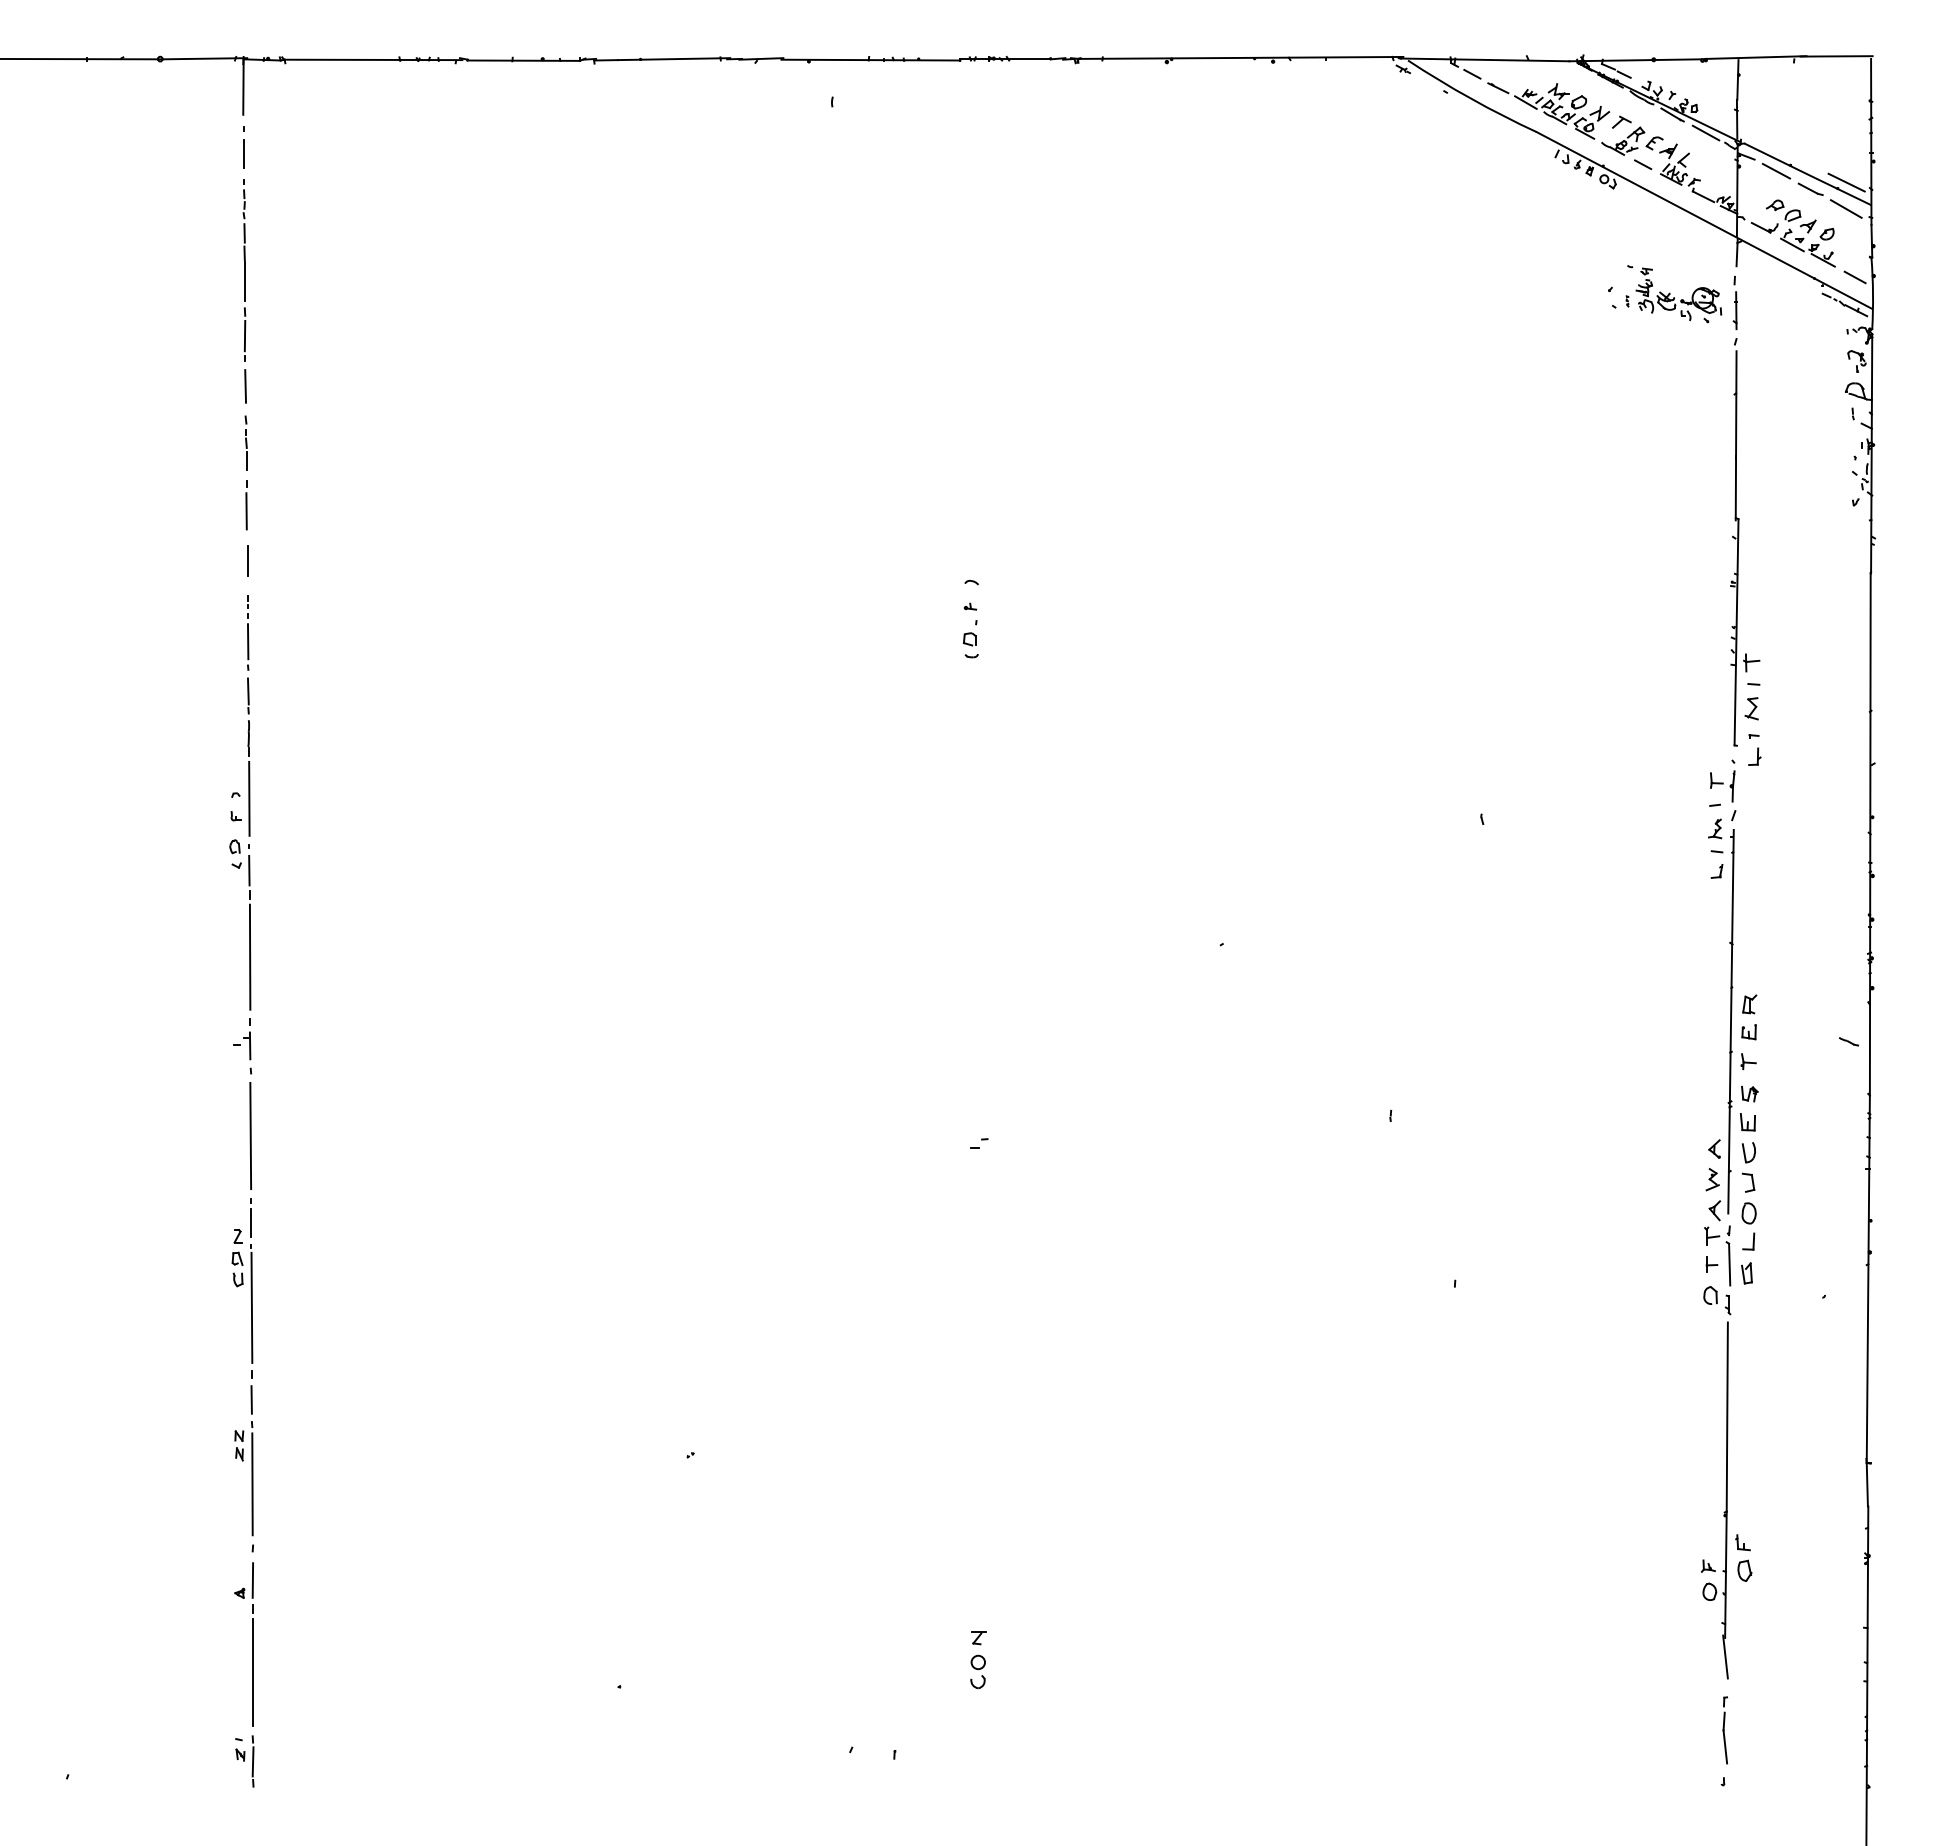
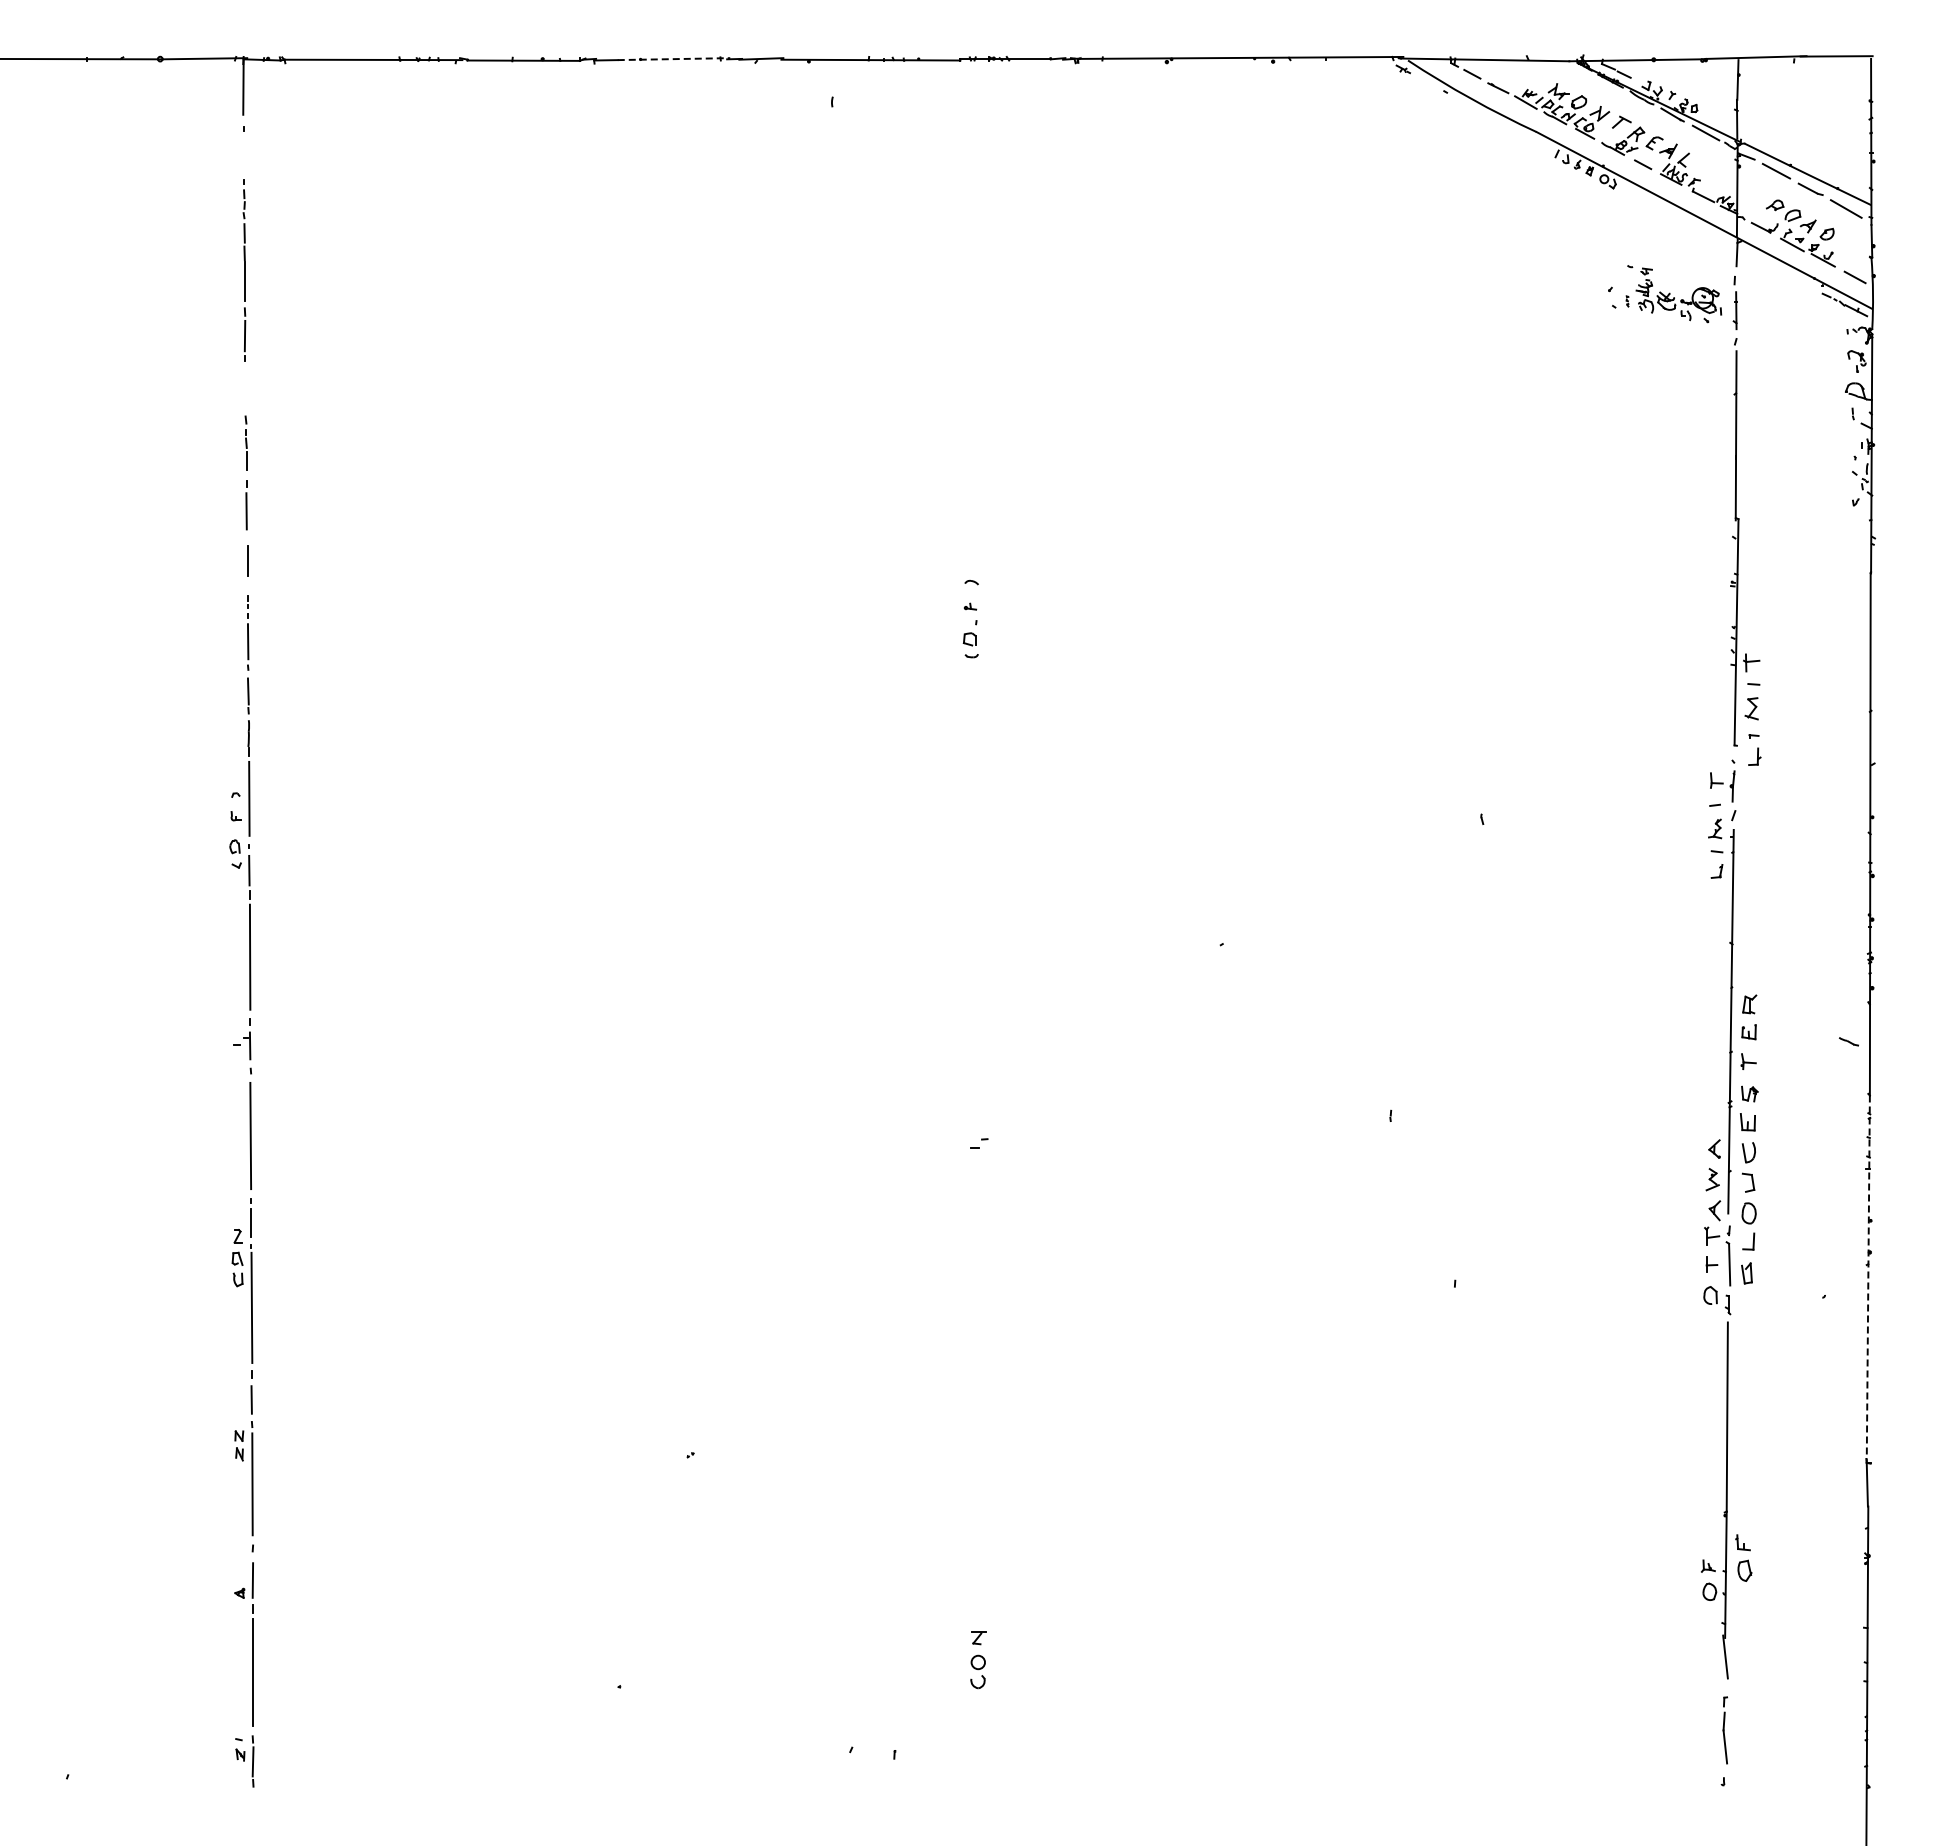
line at (674, 59): solid -> dashed
line at (243, 153): present -> none
line at (1846, 182): present -> none
line at (245, 386): present -> none
line at (1868, 1279): solid -> dashed
